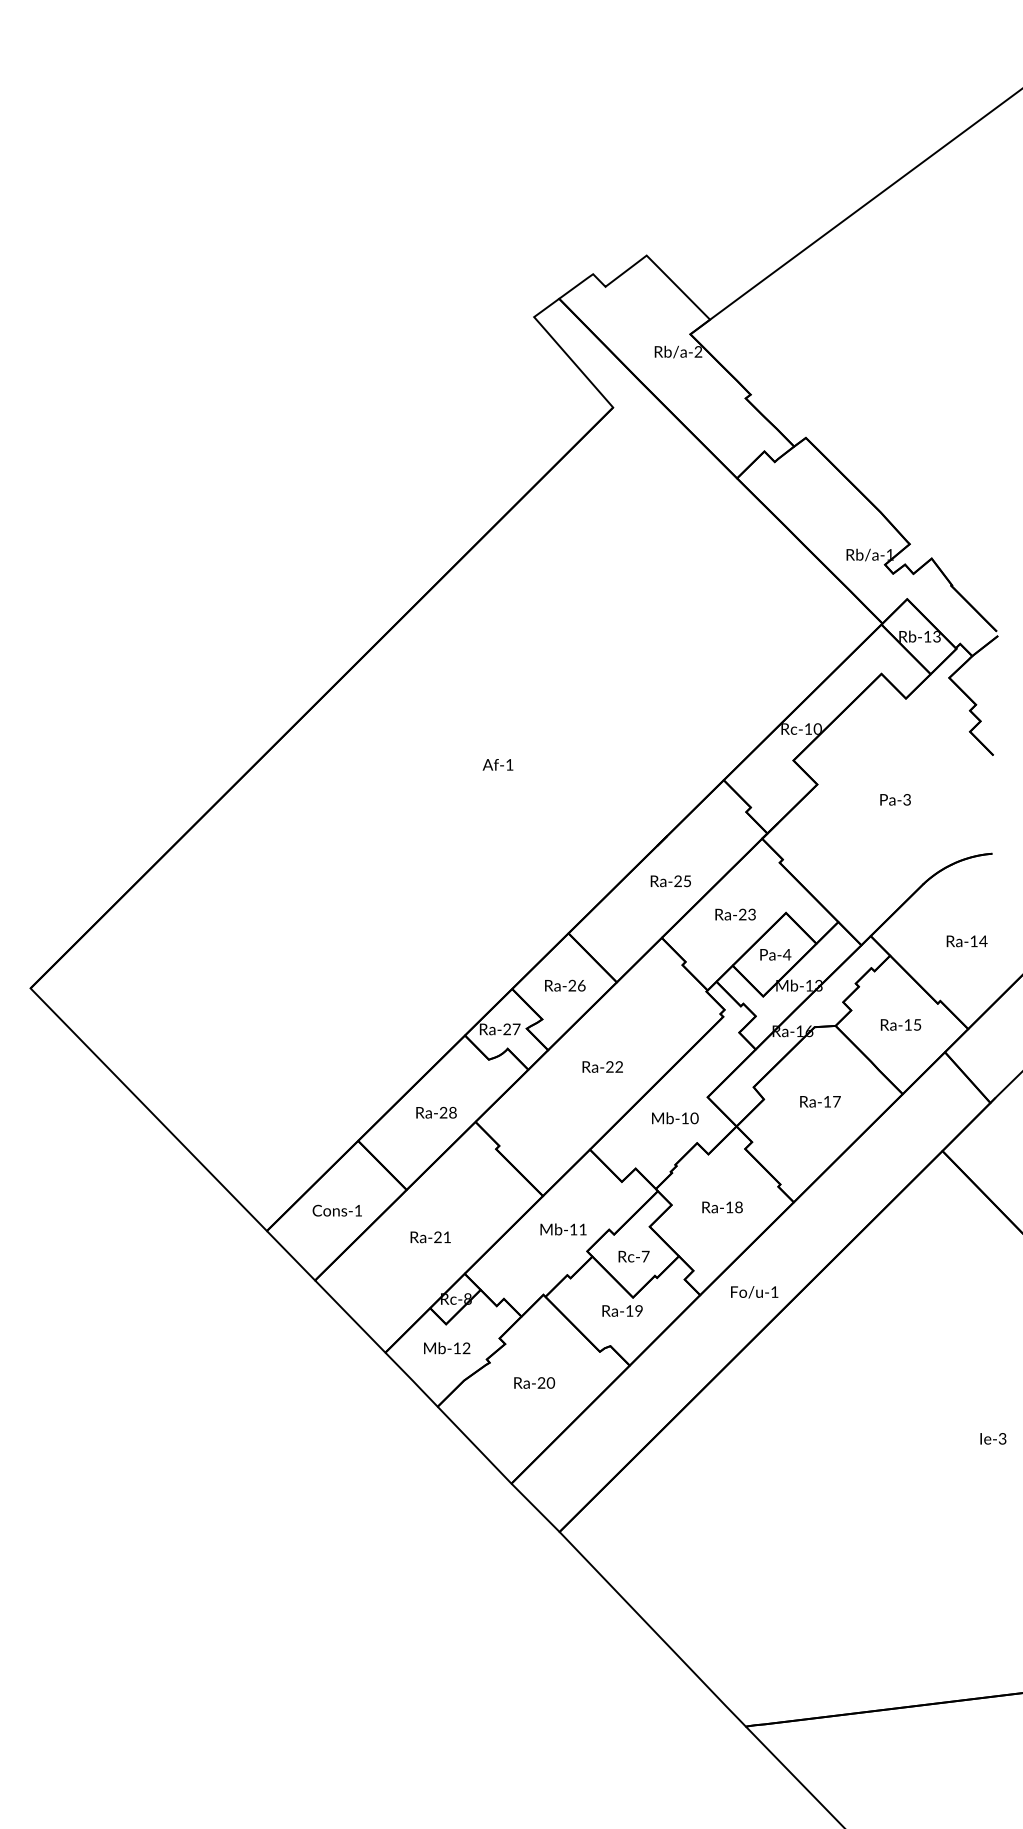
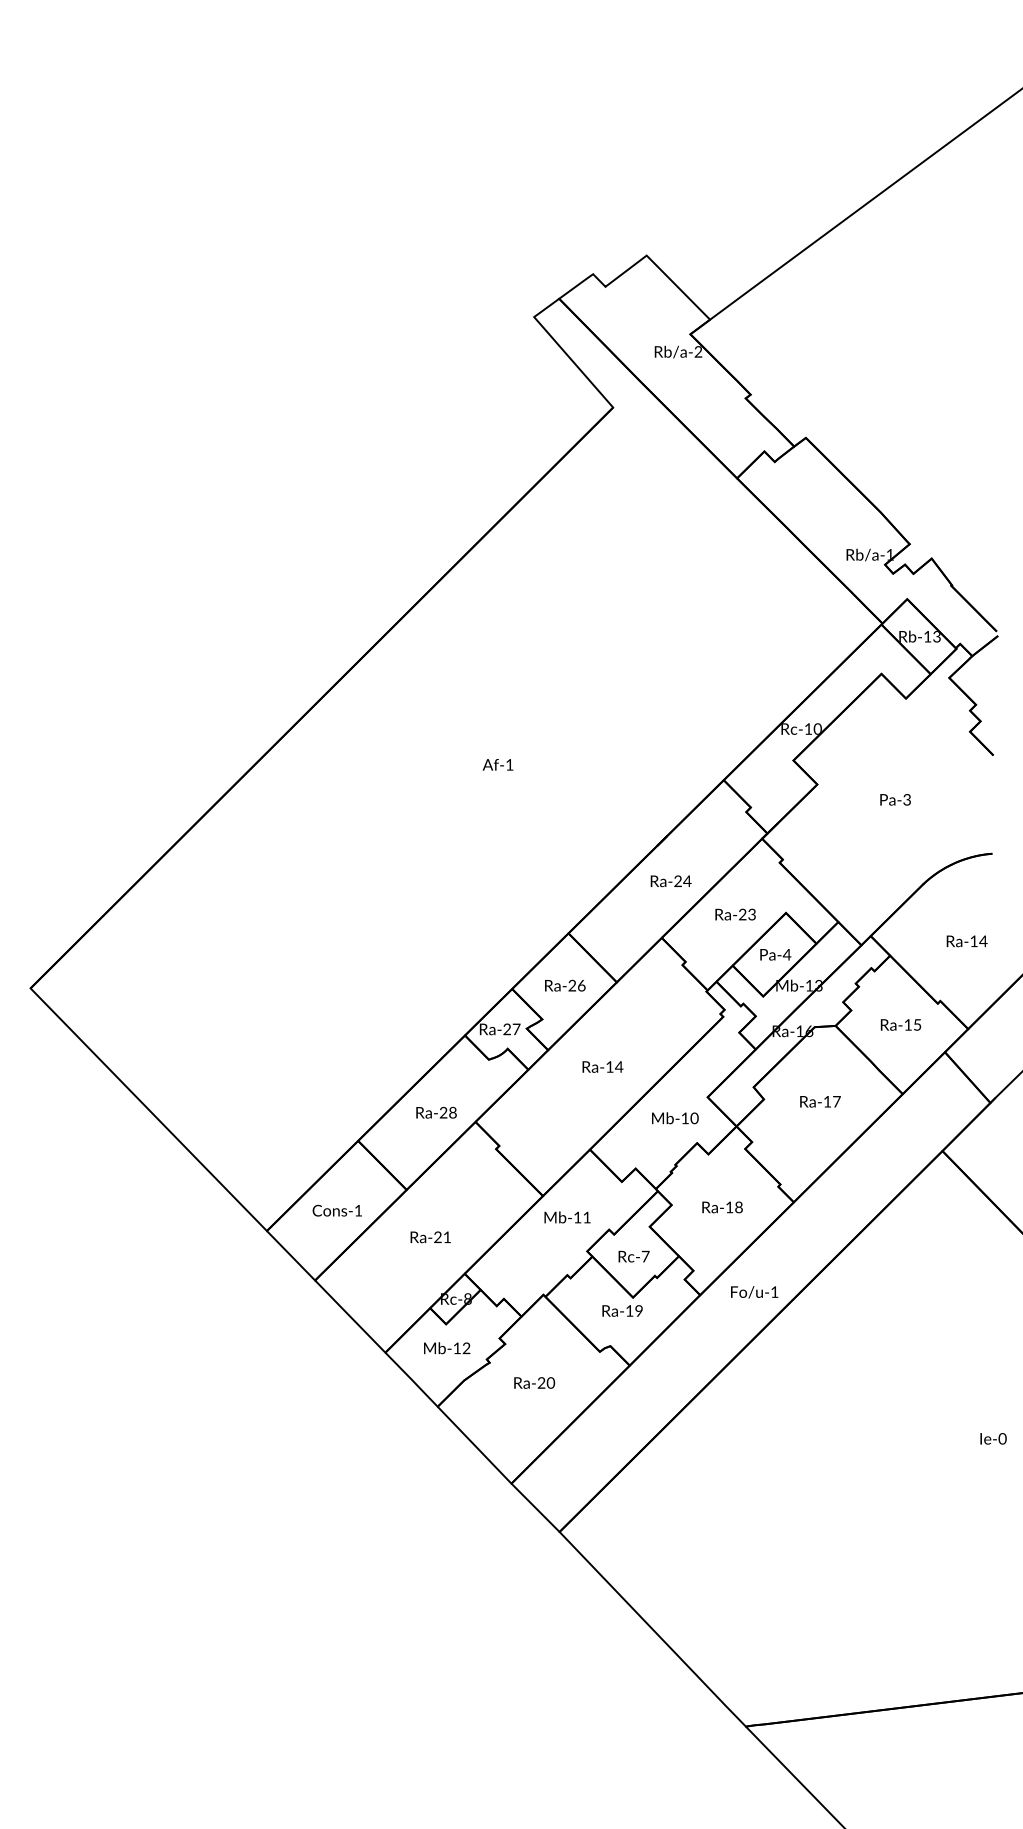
text at (687, 881): Ra-25 -> Ra-24
text at (614, 1066): Ra-22 -> Ra-14
text at (563, 1229) position: (563, 1229) -> (567, 1217)
text at (1002, 1438): Ie-3 -> Ie-0
